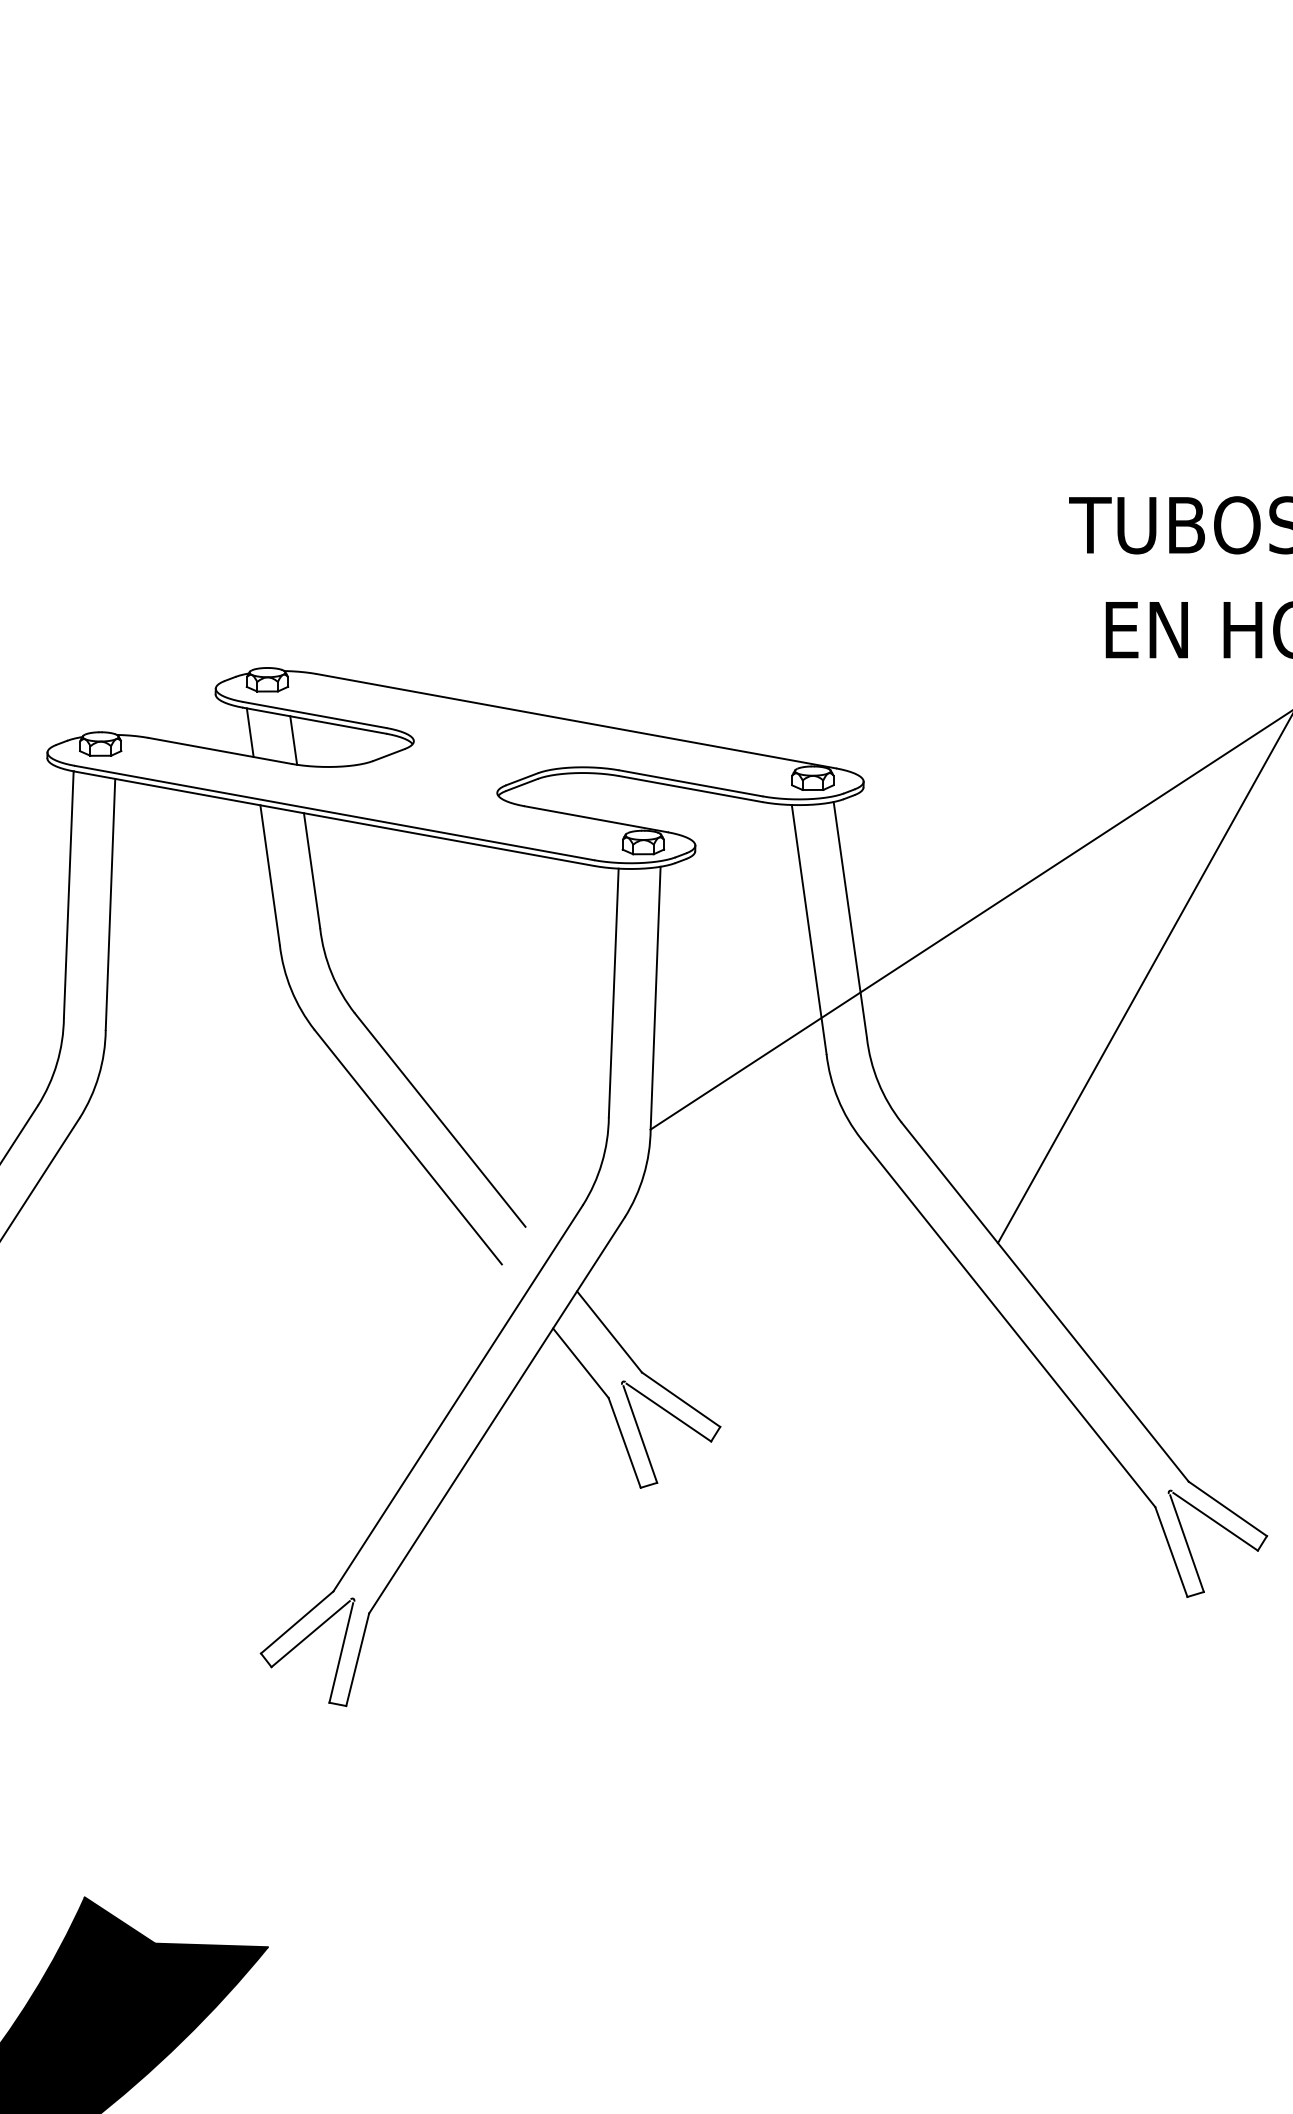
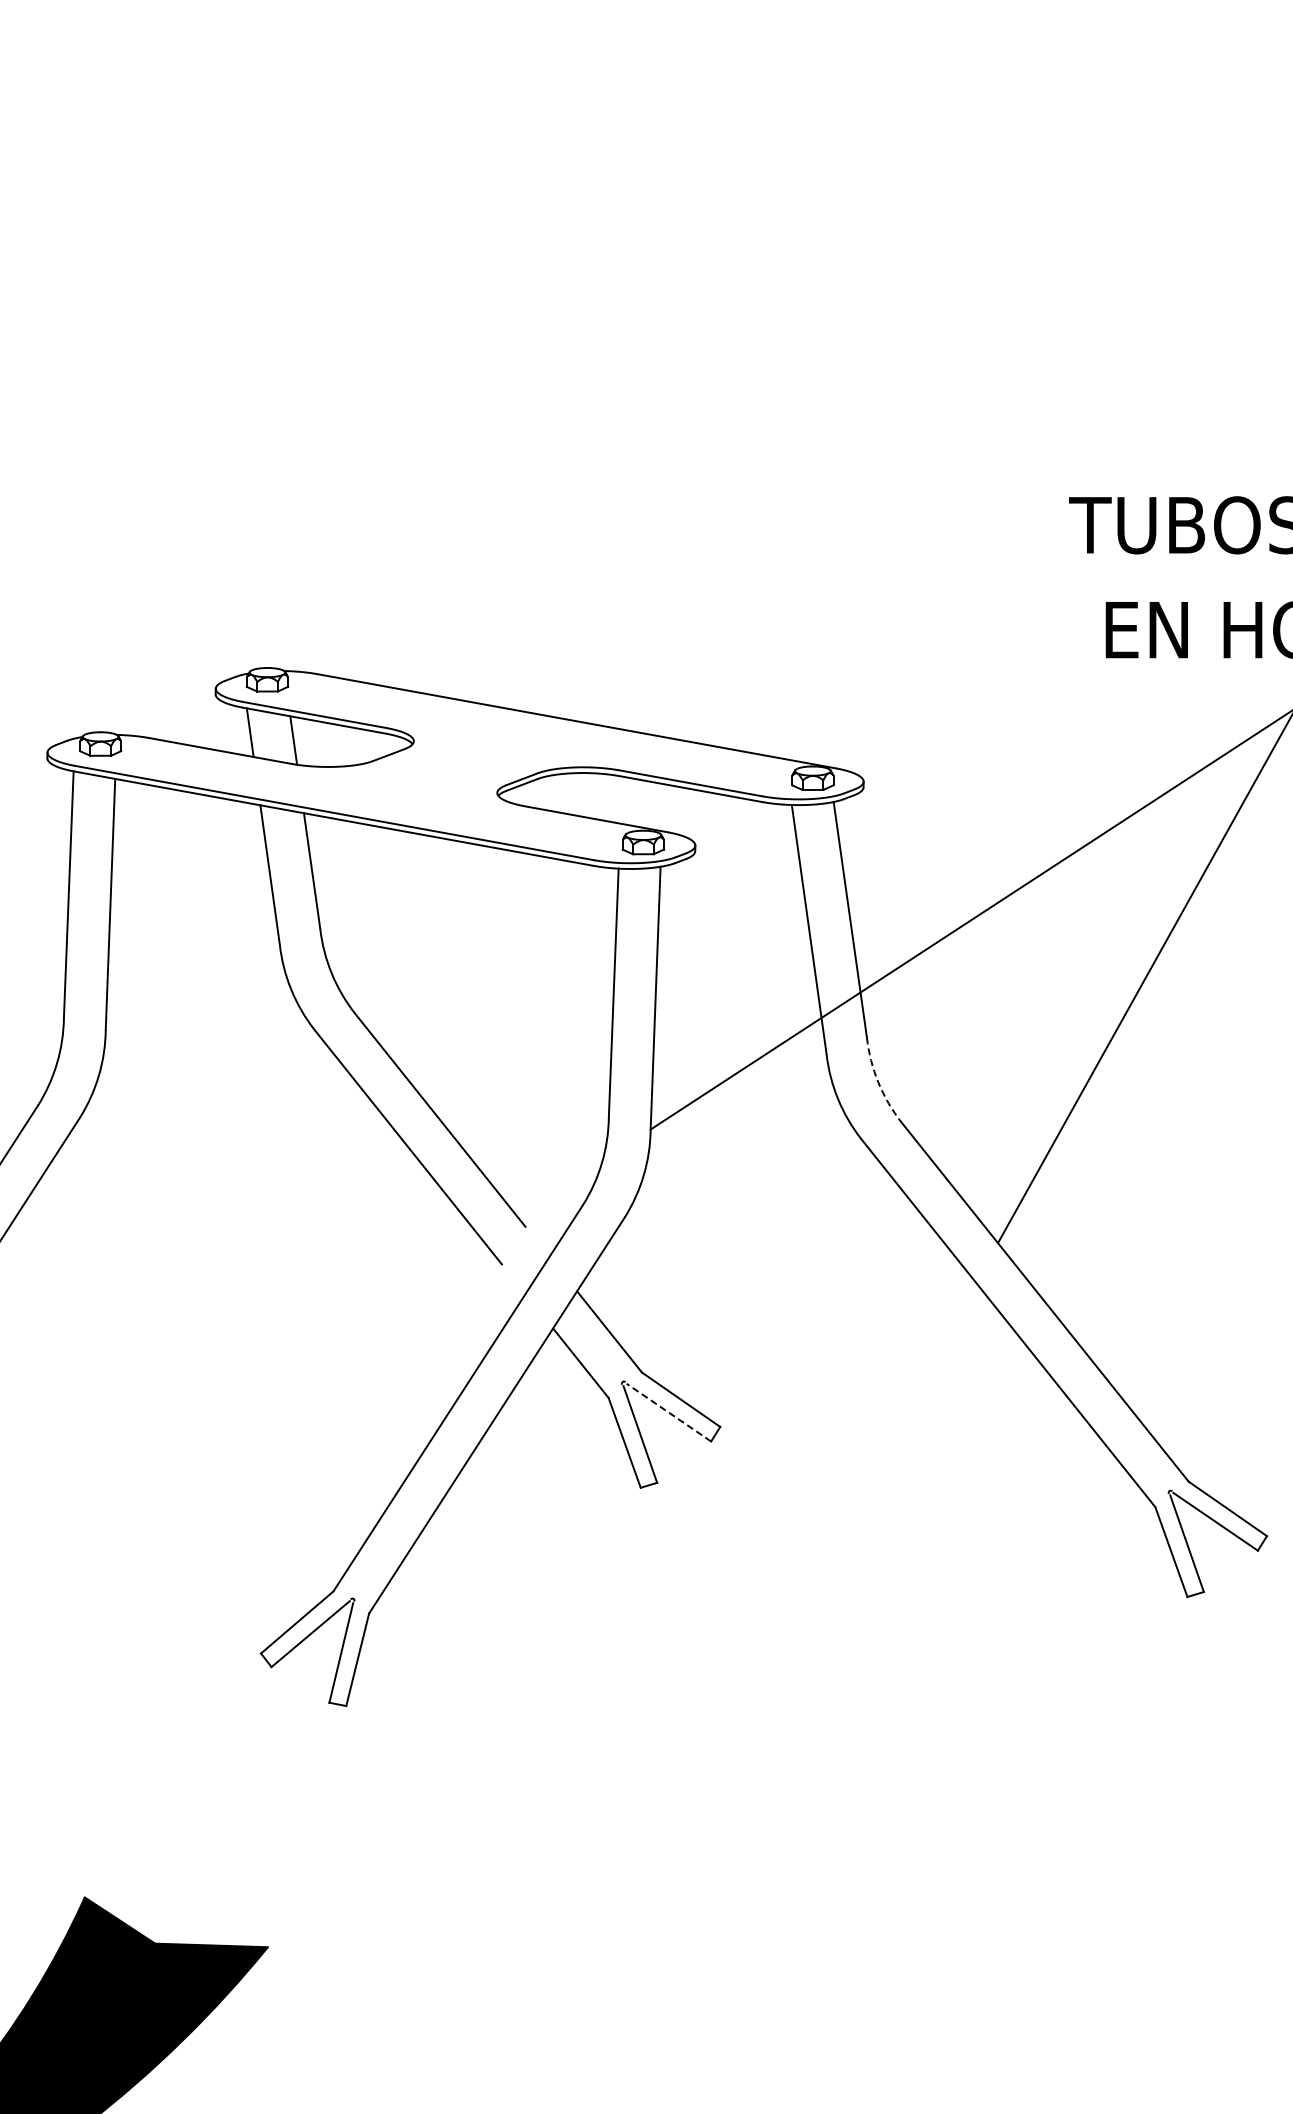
arc at (878, 1082): solid -> dashed
line at (668, 1412): solid -> dashed
